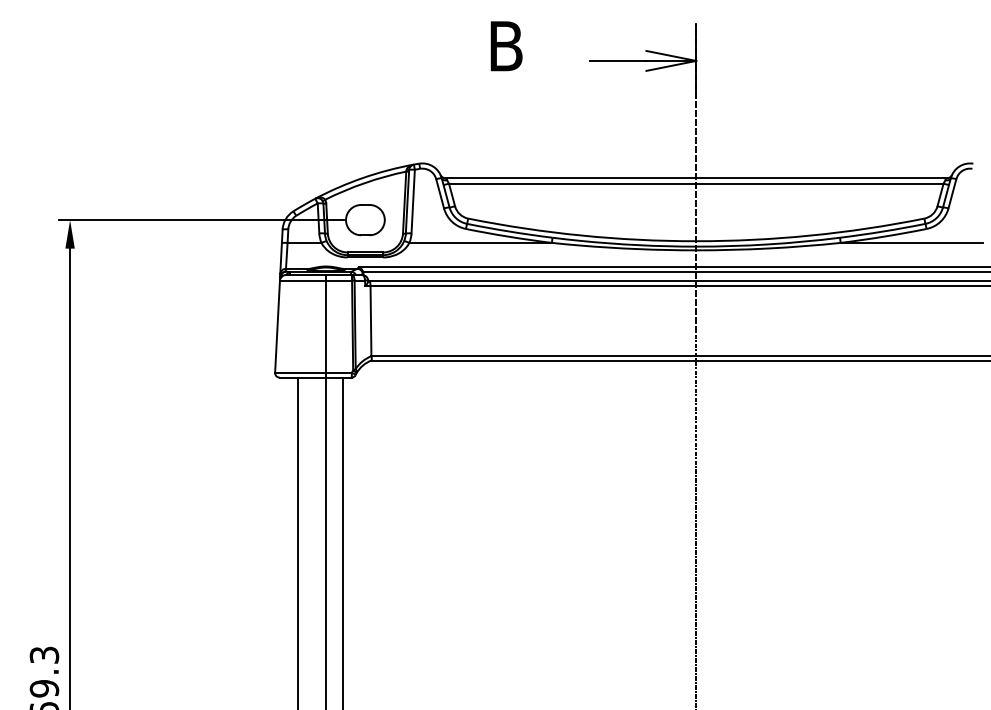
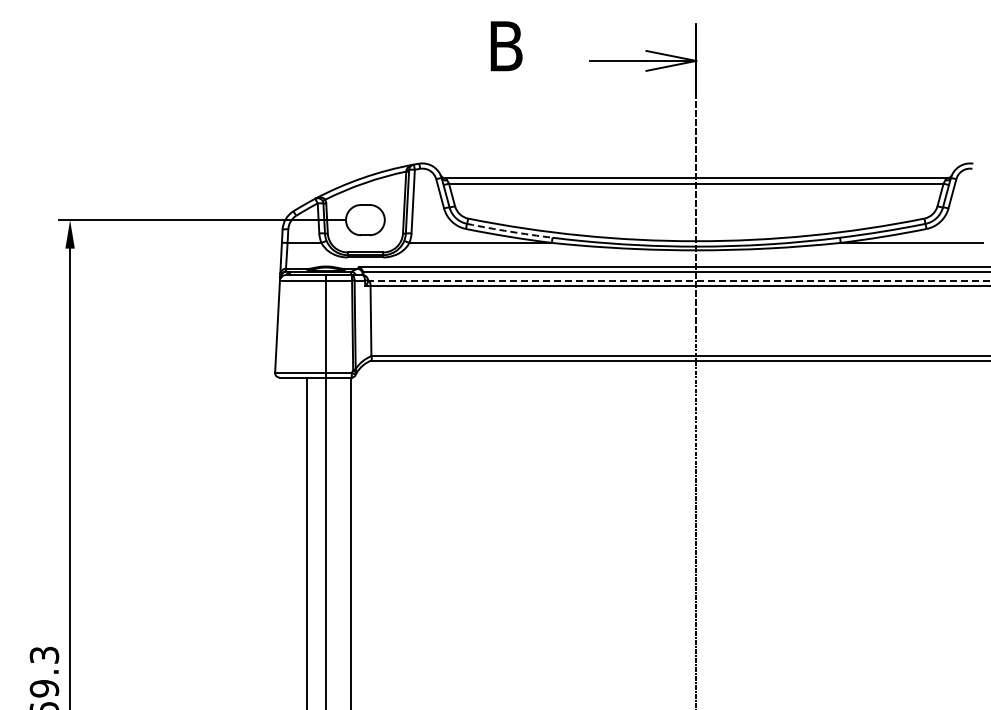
arc at (509, 231): solid -> dashed
line at (679, 280): solid -> dashed
line at (297, 541) position: (297, 541) -> (306, 541)
line at (343, 541) position: (343, 541) -> (351, 541)
